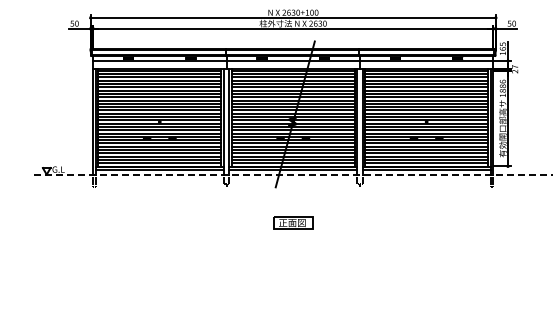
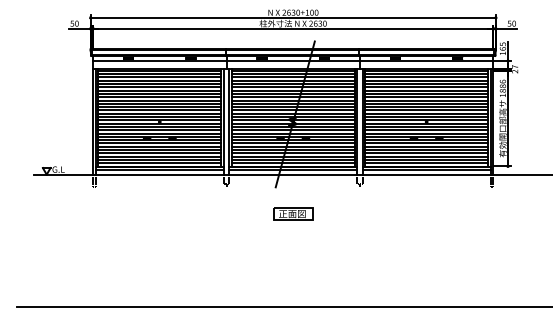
line at (293, 174): dashed -> solid
part at (293, 222) position: (293, 222) -> (293, 213)
line at (282, 307): none -> present
